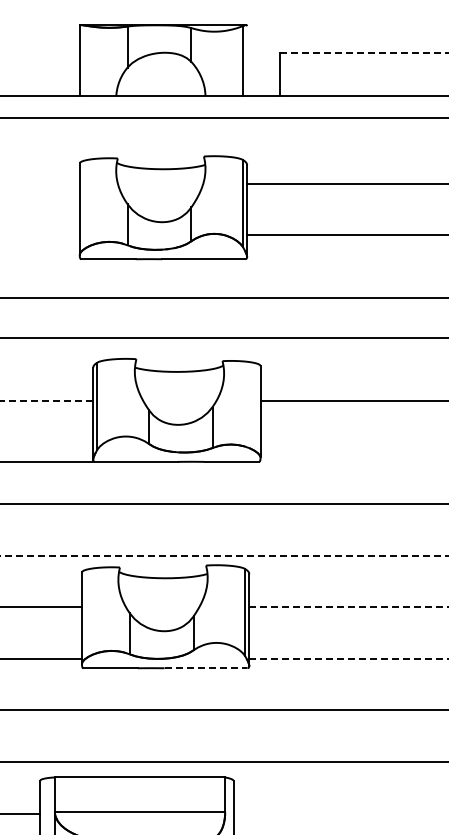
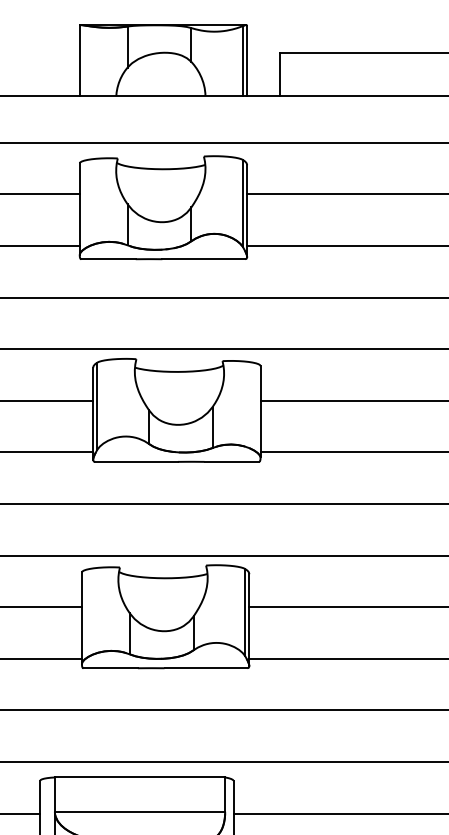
line at (364, 52): dashed -> solid
line at (247, 61): none -> present
line at (223, 117) position: (223, 117) -> (223, 142)
line at (346, 184) position: (346, 184) -> (346, 194)
line at (40, 194): none -> present
line at (346, 235) position: (346, 235) -> (346, 246)
line at (40, 246): none -> present
line at (223, 338) position: (223, 338) -> (223, 349)
line at (47, 400): dashed -> solid
line at (352, 452): none -> present
line at (47, 462) position: (47, 462) -> (47, 452)
line at (224, 555): dashed -> solid
line at (349, 607): dashed -> solid
line at (349, 658): dashed -> solid
line at (206, 668): dashed -> solid
line at (339, 813): none -> present
